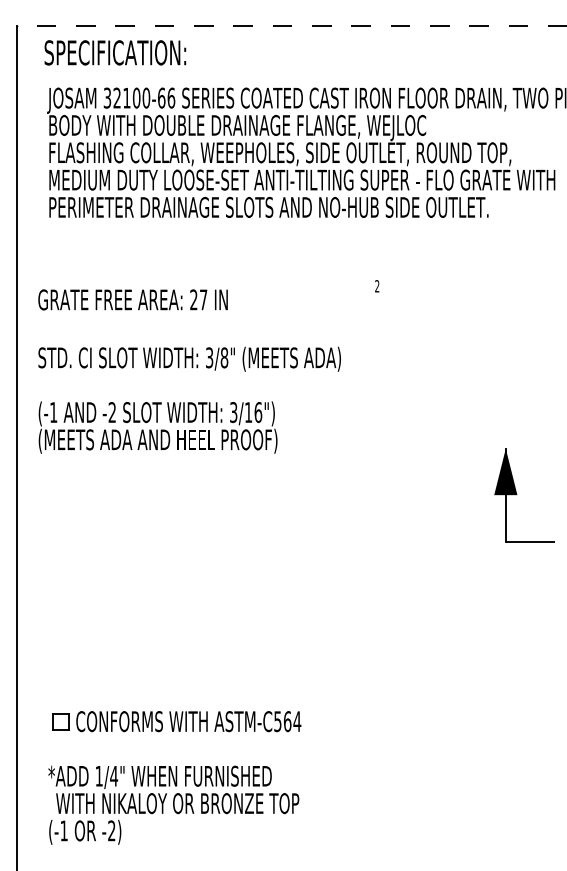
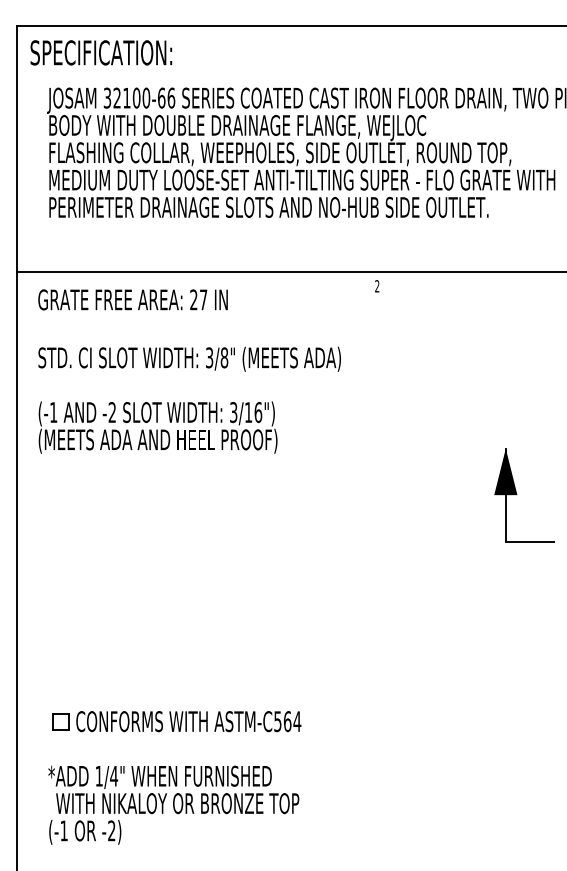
line at (291, 26): dashed -> solid
text at (115, 52) position: (115, 52) -> (101, 52)
line at (289, 272): none -> present
